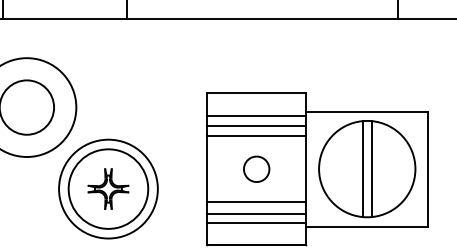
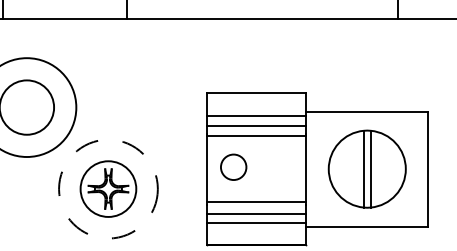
part at (256, 168) position: (256, 168) -> (233, 166)
part at (367, 169) size: 99x99 px -> 80x80 px
circle at (108, 188) diameter: 80 px -> 56 px
circle at (108, 188): solid -> dashed
